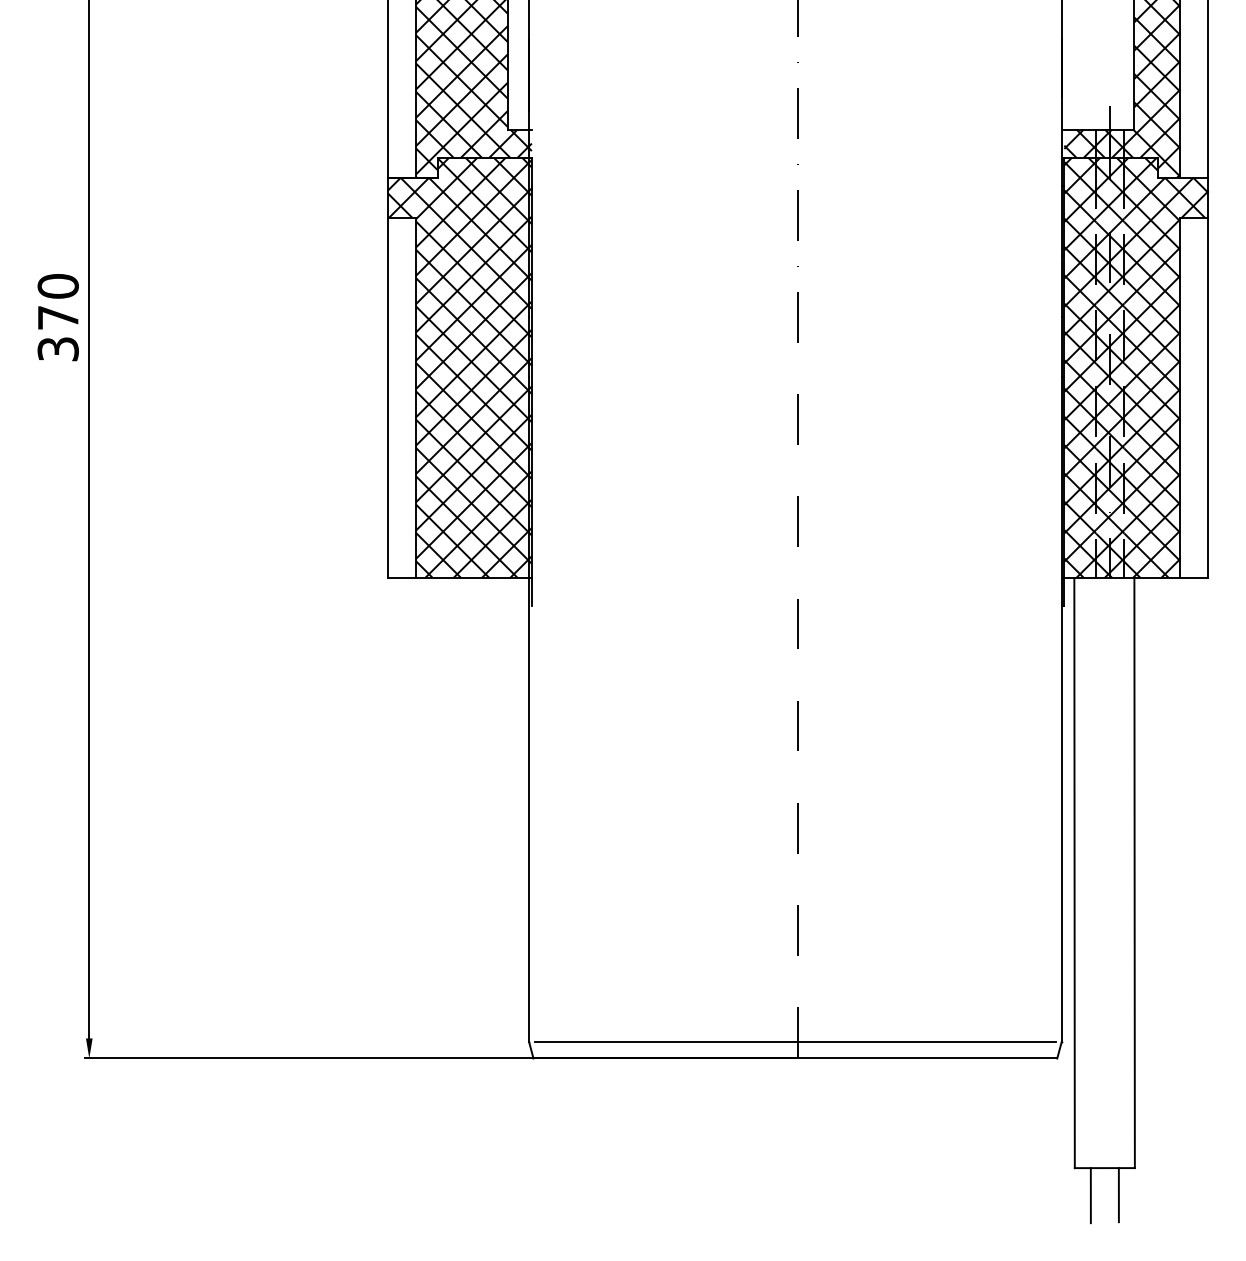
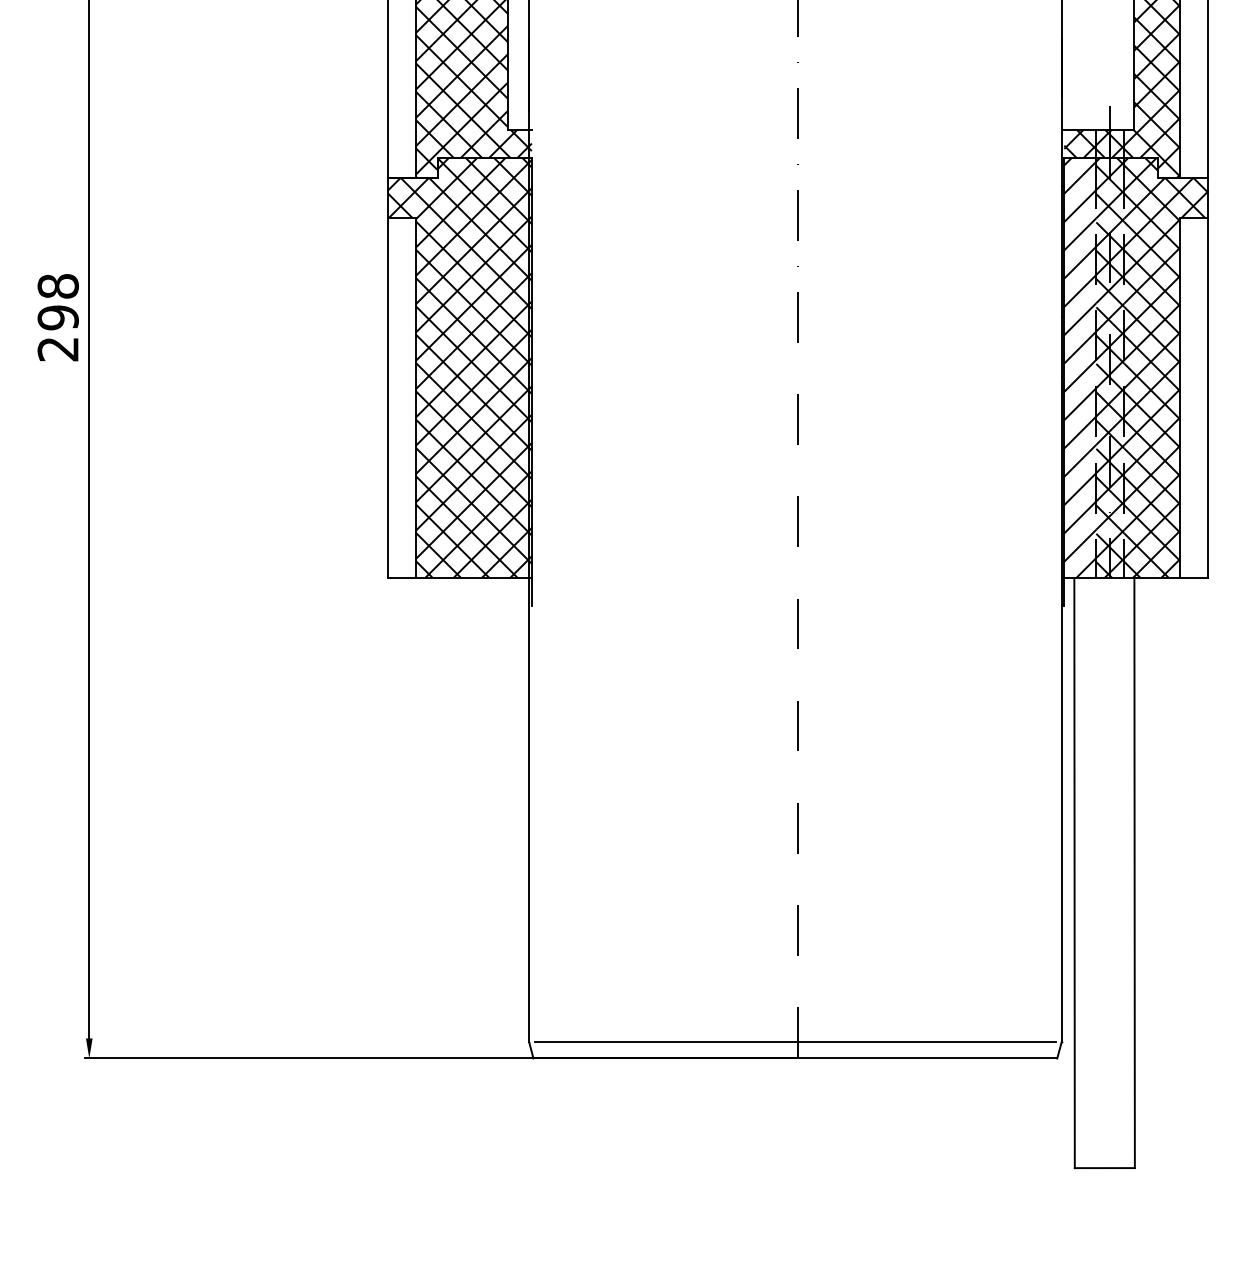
text at (57, 317): 370 -> 298
hatch at (1080, 367): present -> none
line at (1090, 1195): present -> none
line at (1118, 1195): present -> none
